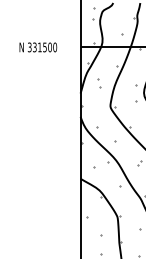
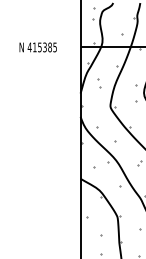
text at (42, 47): 331500 -> 415385
